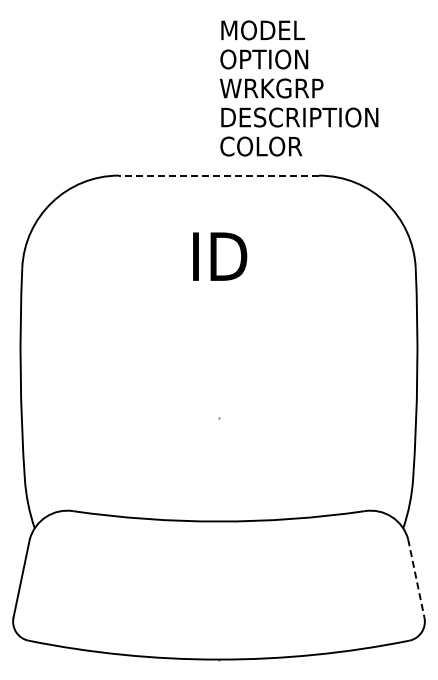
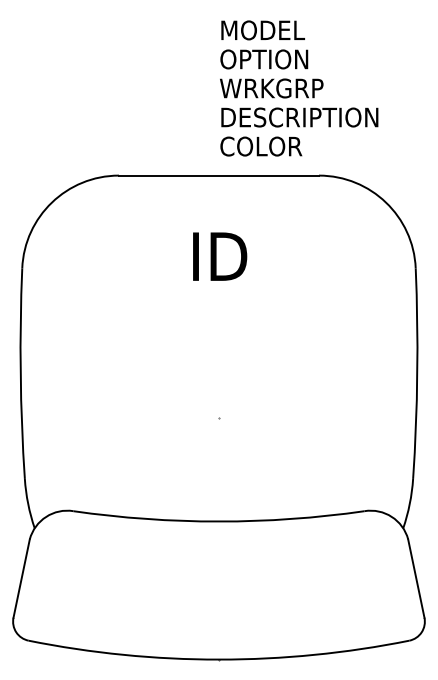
line at (218, 175): dashed -> solid
line at (416, 579): dashed -> solid
